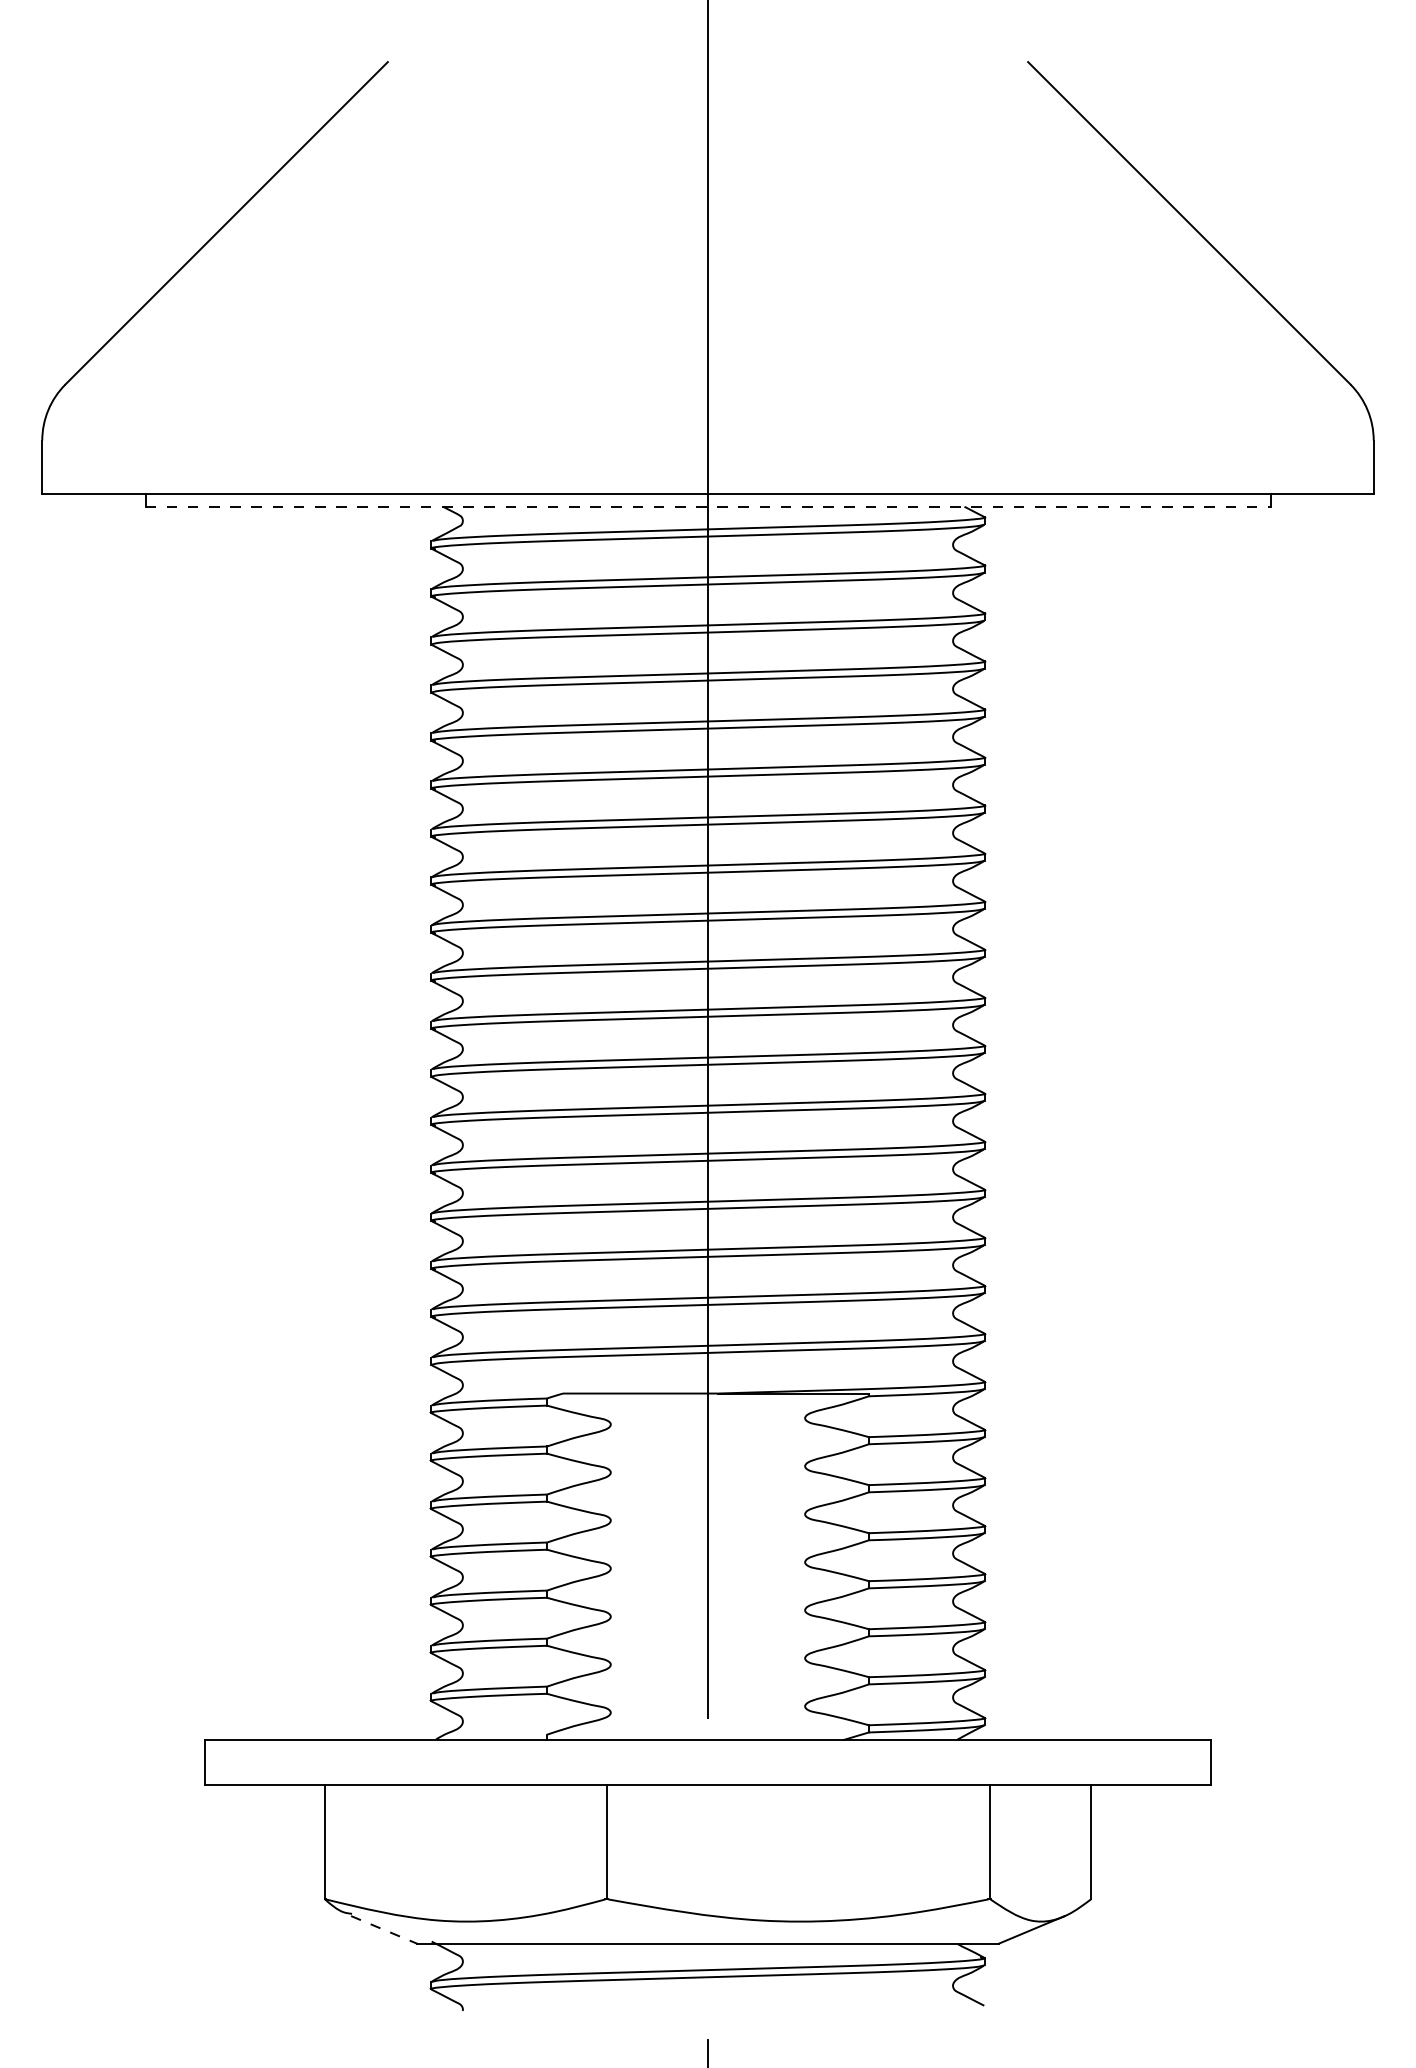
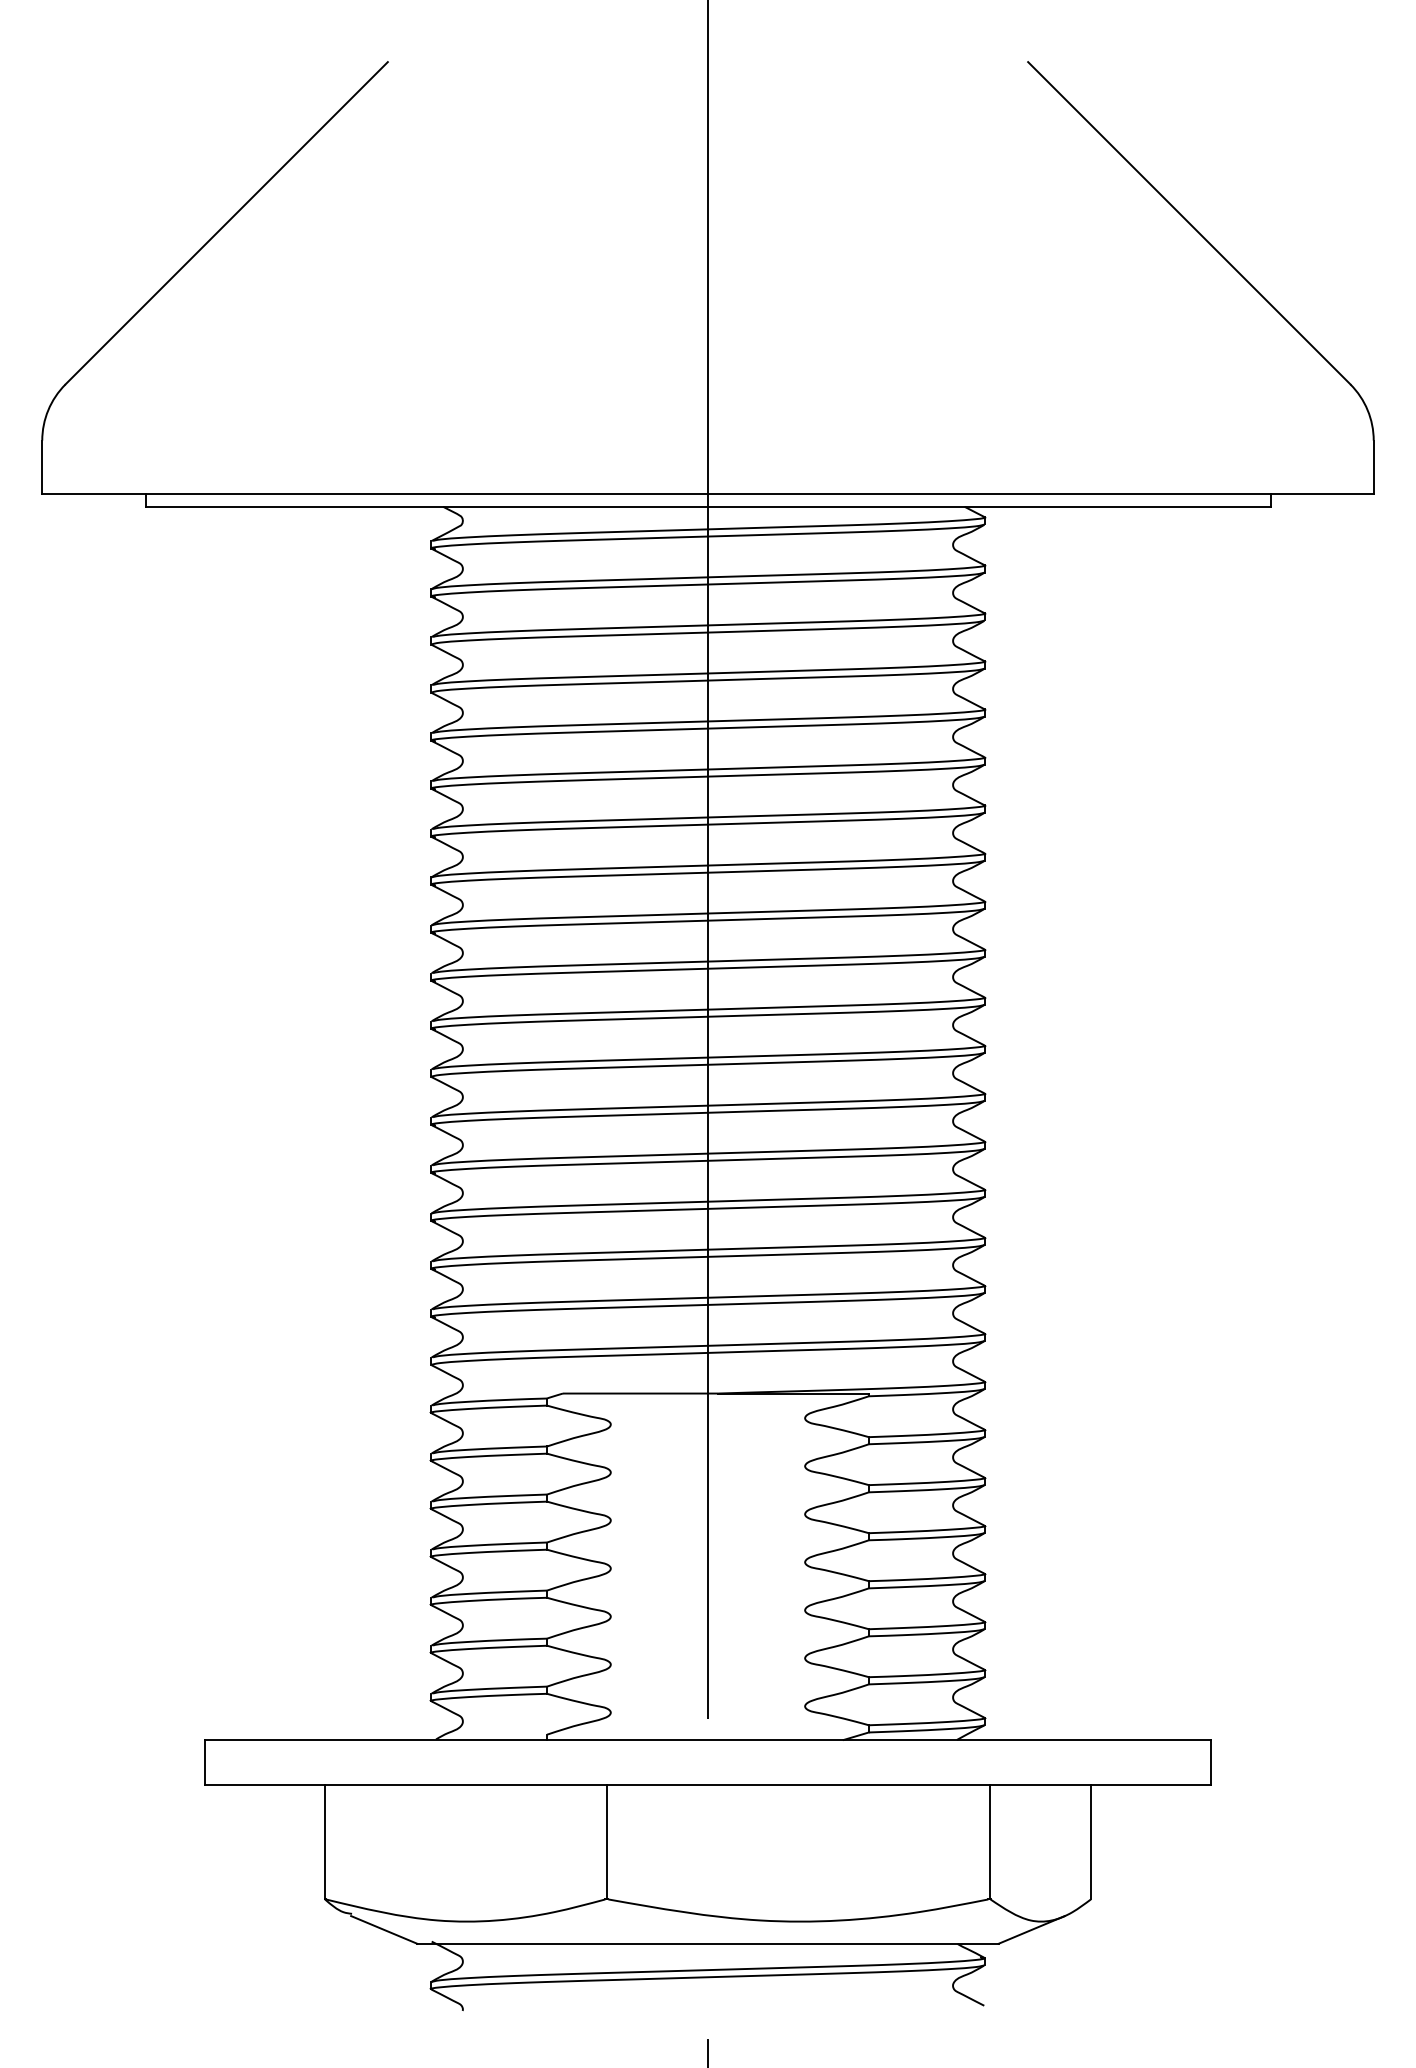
line at (708, 506): dashed -> solid
line at (384, 1929): dashed -> solid
